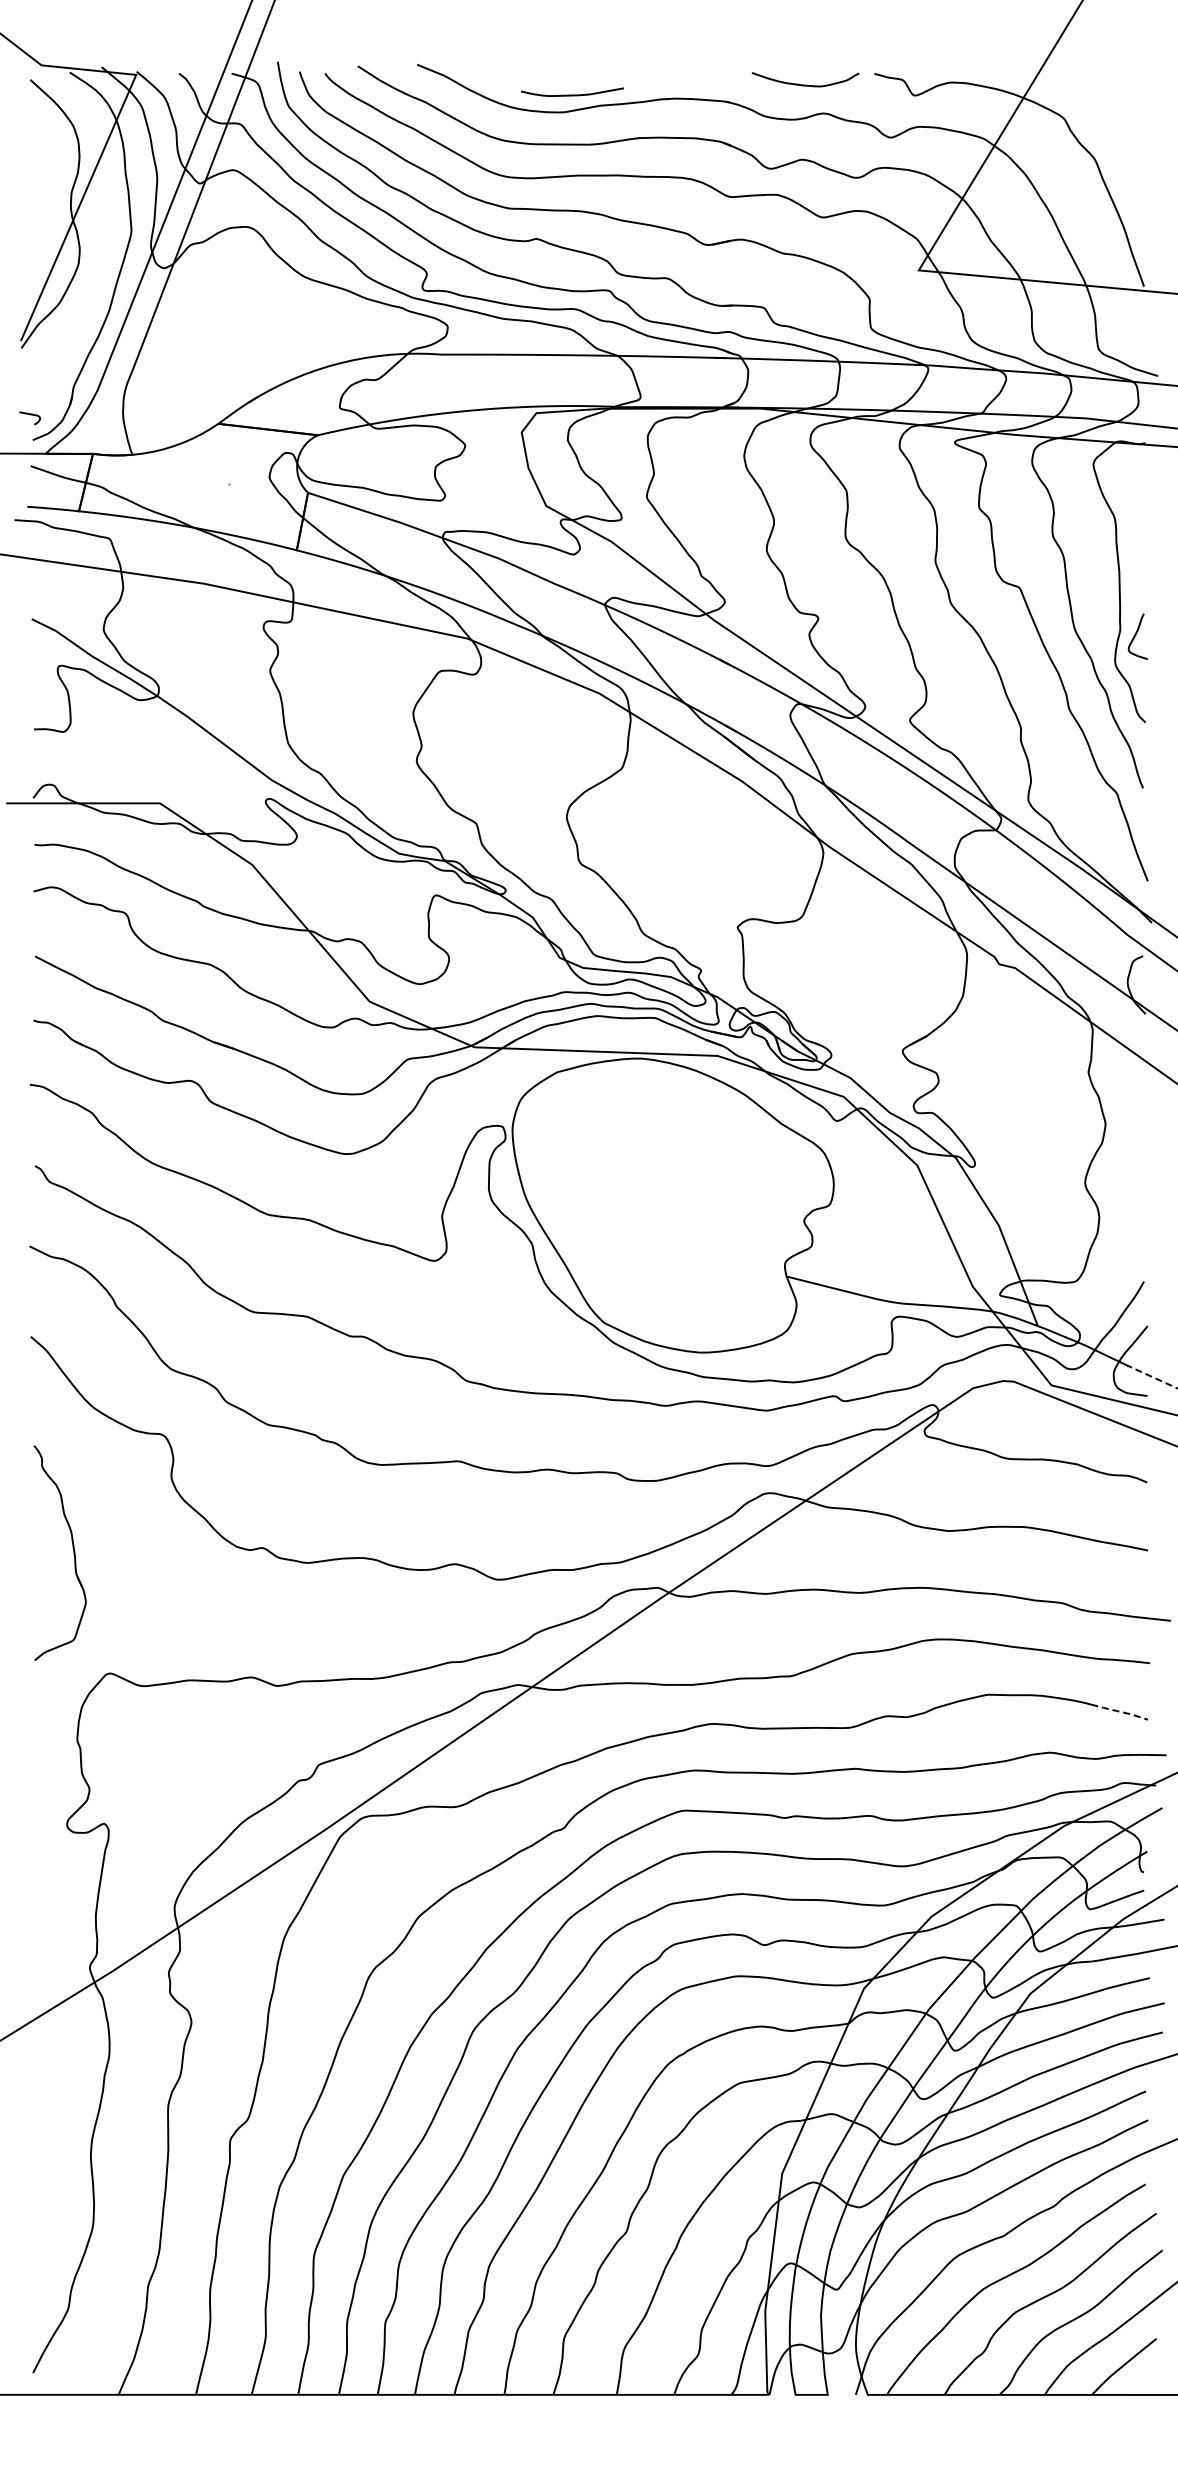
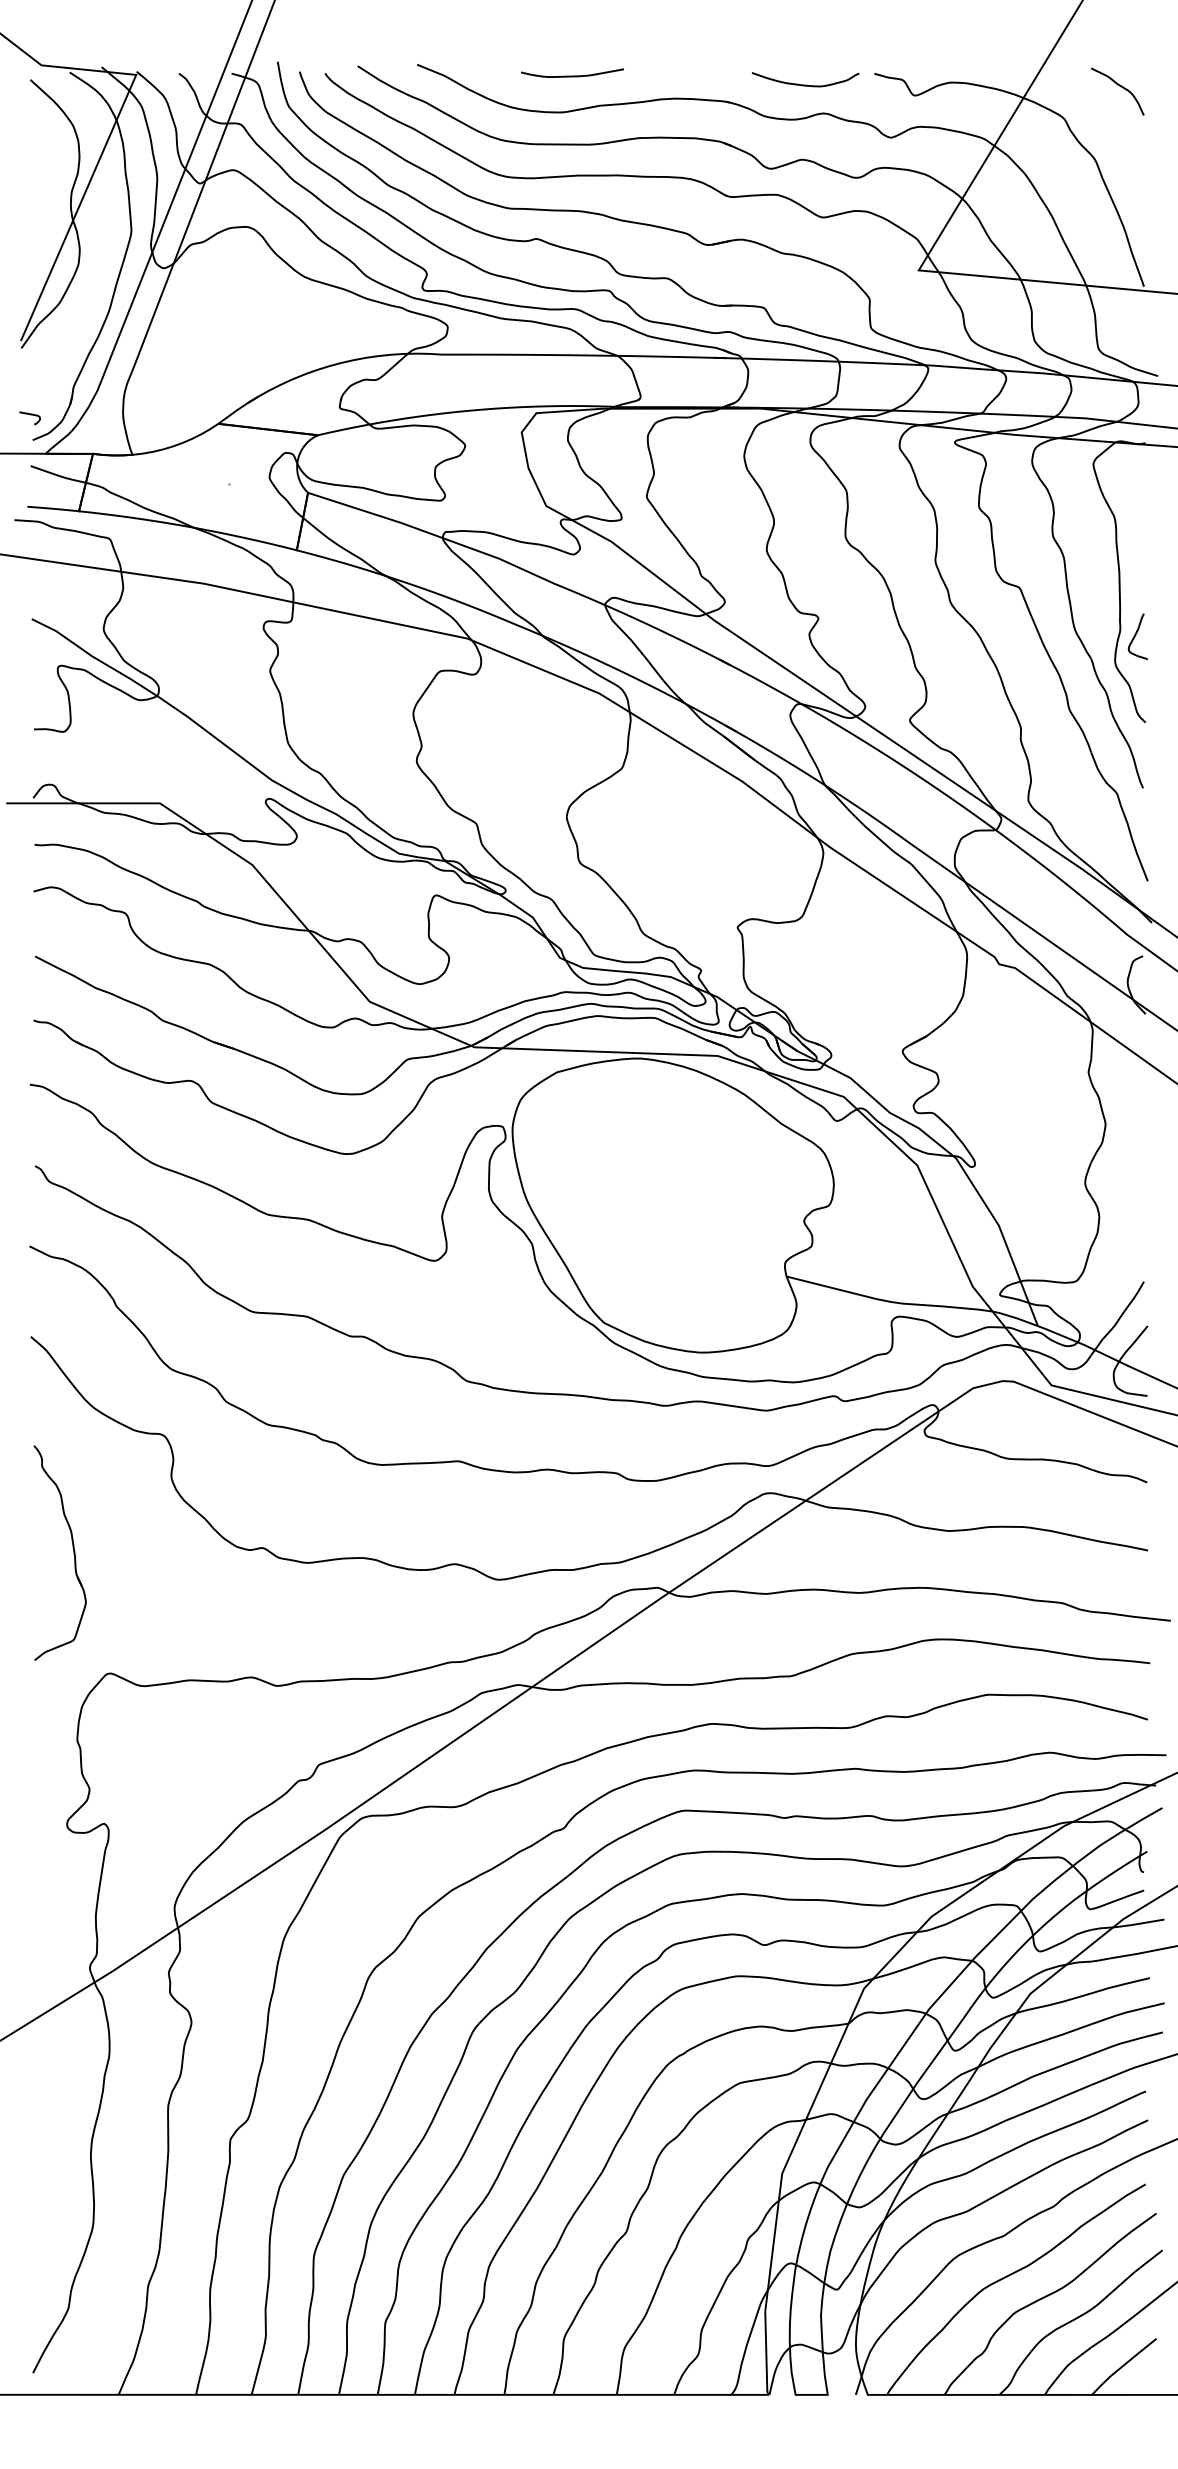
curve at (1119, 86): none -> present
curve at (572, 94) position: (572, 94) -> (572, 75)
line at (1152, 1377): dashed -> solid
line at (1120, 1711): dashed -> solid
